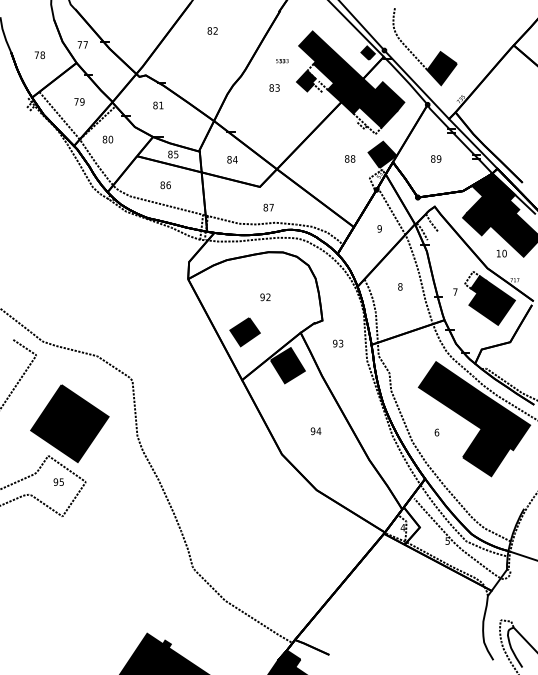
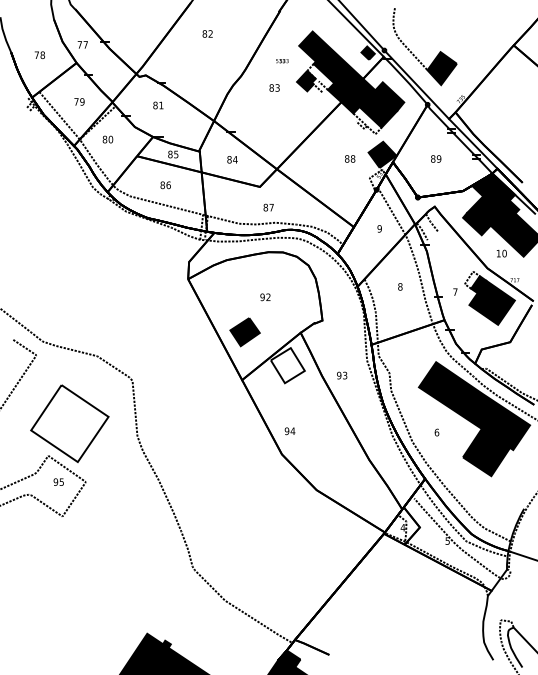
text at (212, 30) position: (212, 30) -> (207, 33)
text at (338, 343) position: (338, 343) -> (342, 375)
fill at (287, 365): present -> none
fill at (69, 423): present -> none
text at (315, 431) position: (315, 431) -> (289, 431)
